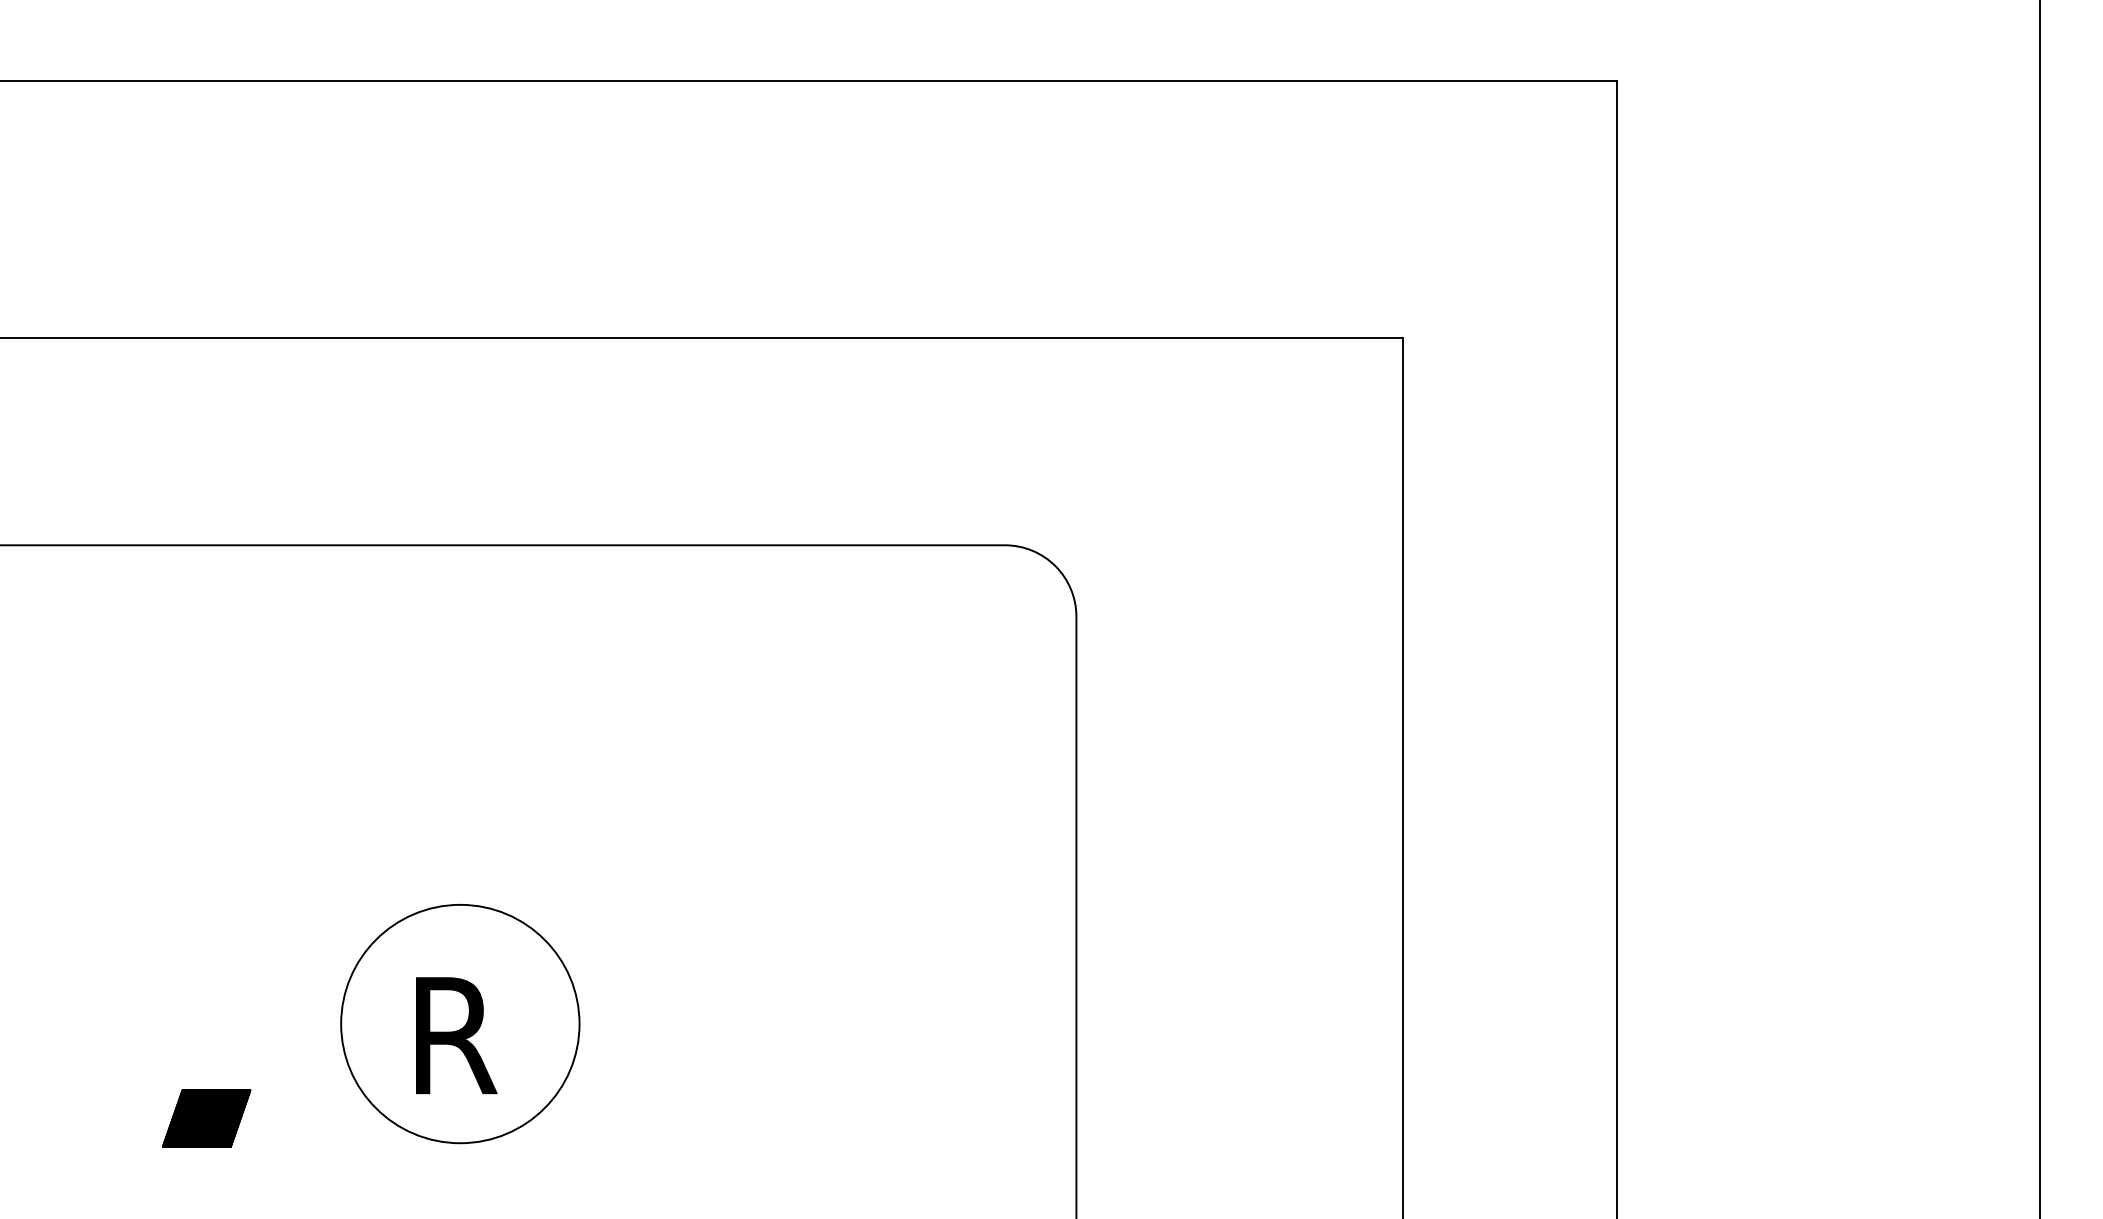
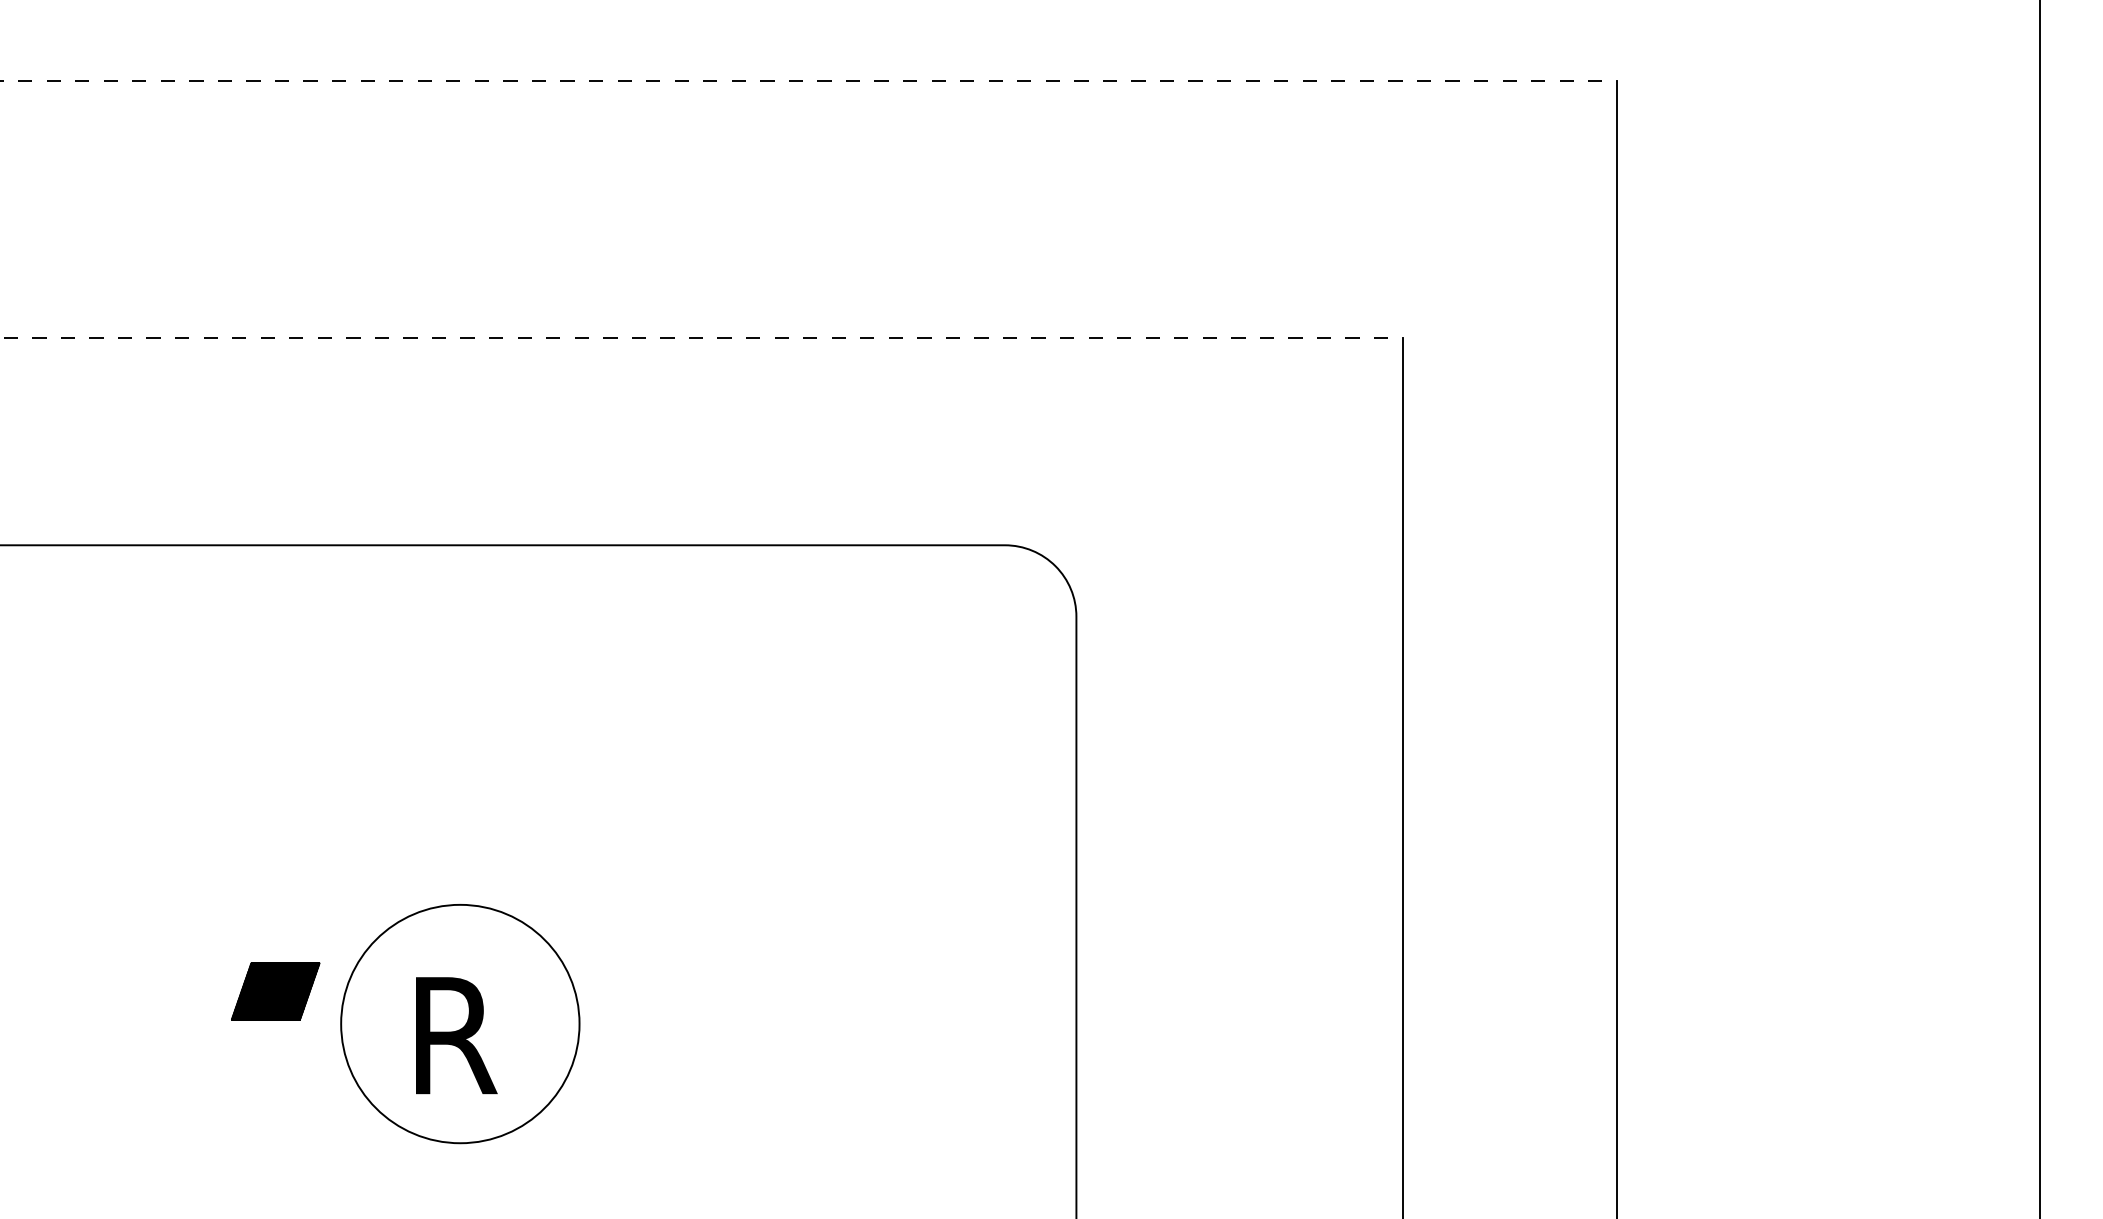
line at (808, 81): solid -> dashed
line at (702, 338): solid -> dashed
part at (206, 1118) position: (206, 1118) -> (275, 991)
